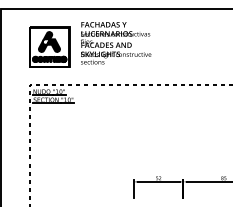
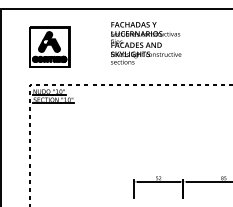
text at (116, 43) position: (116, 43) -> (146, 43)
